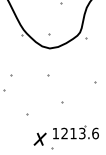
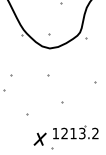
text at (95, 133): 1213.6 -> 1213.2
